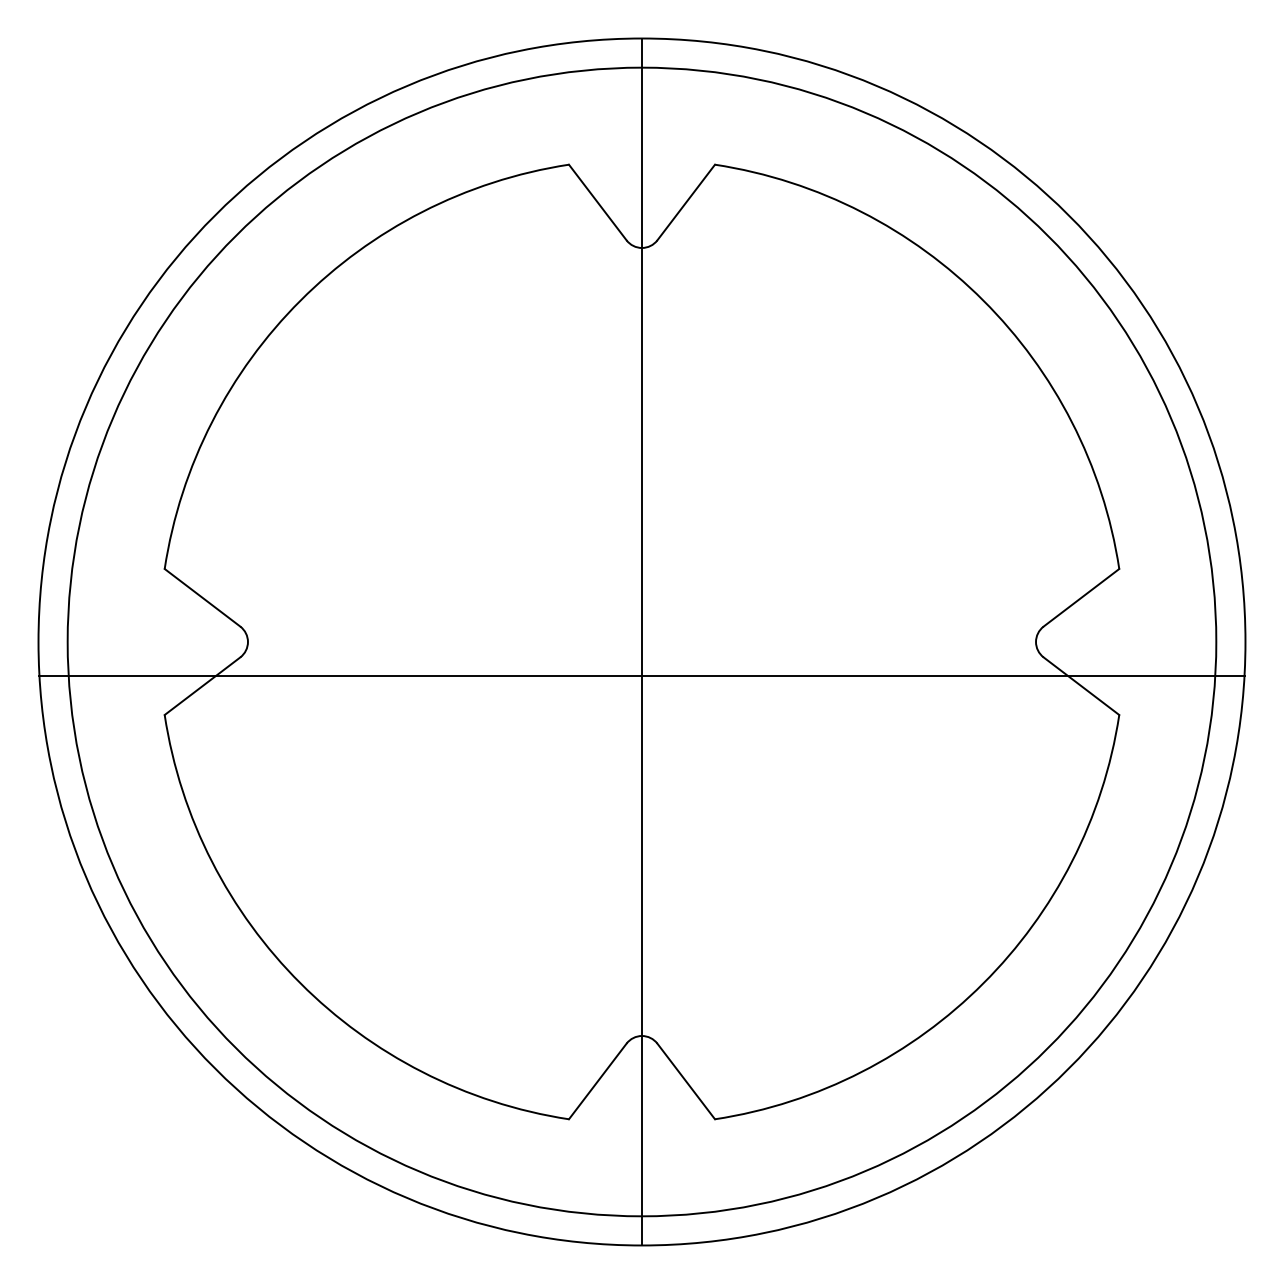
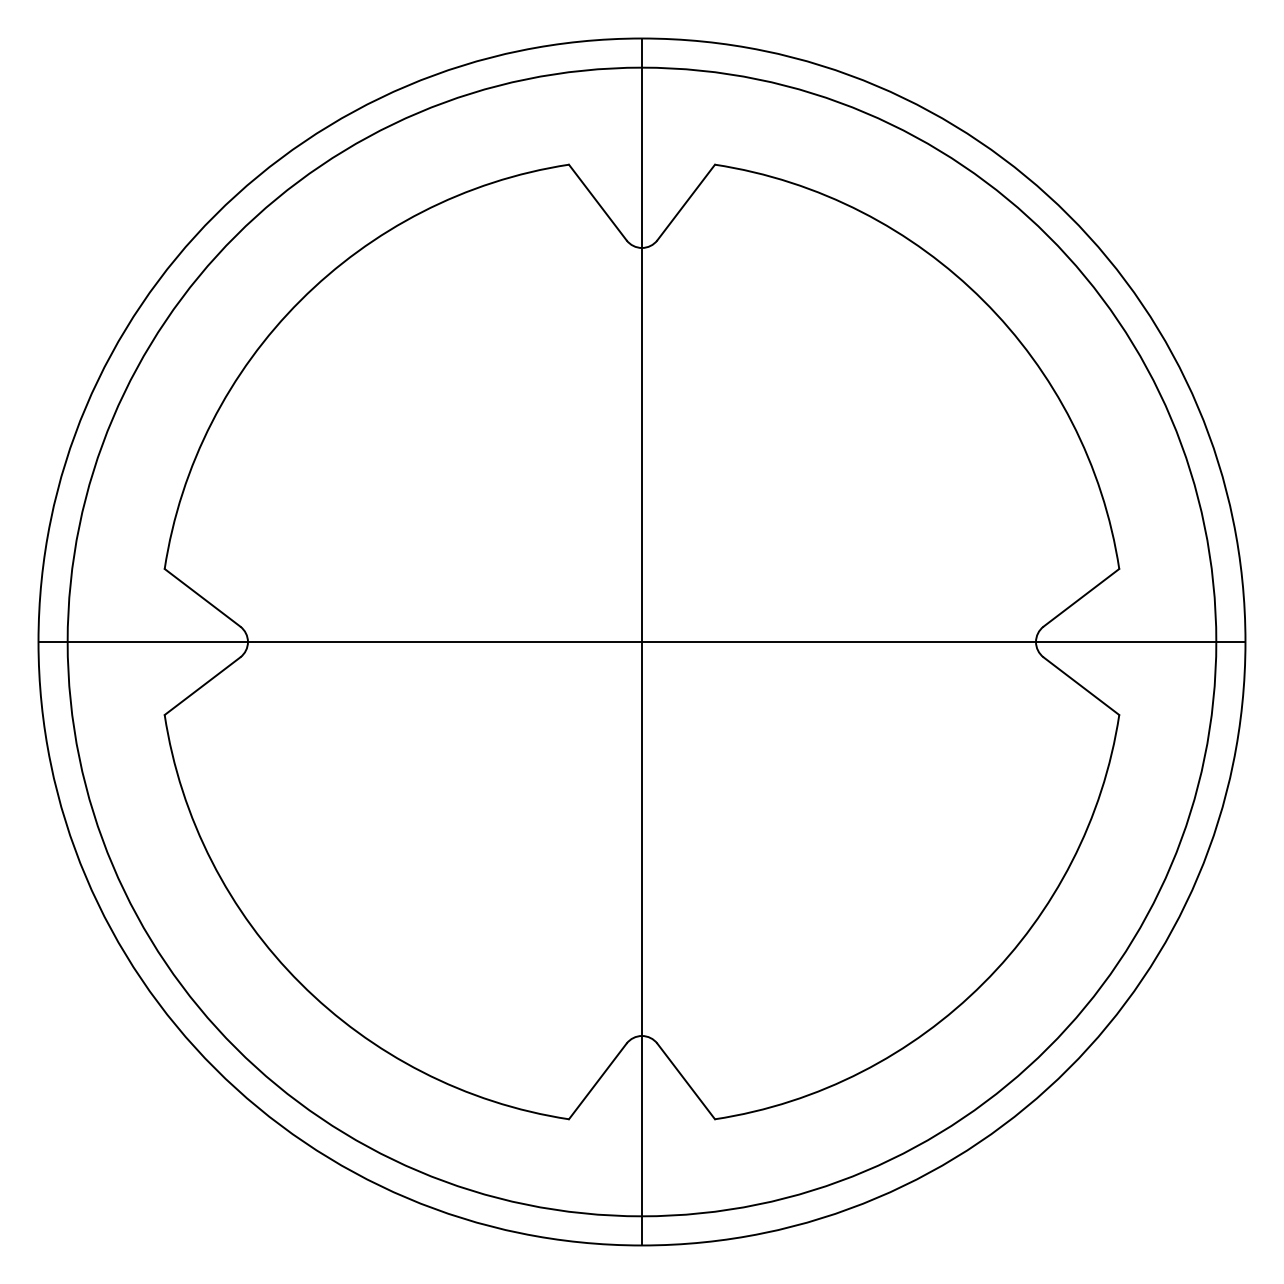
line at (641, 676) position: (641, 676) -> (641, 642)
